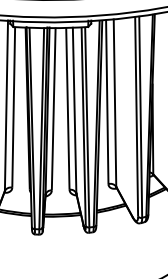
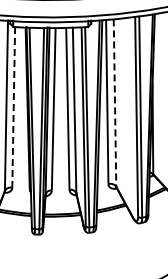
line at (115, 103): solid -> dashed
line at (13, 107): solid -> dashed
